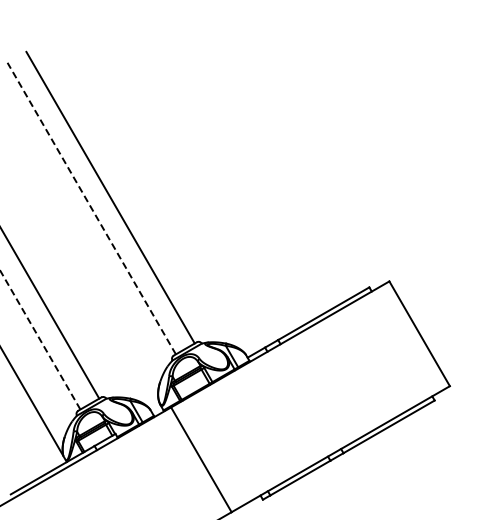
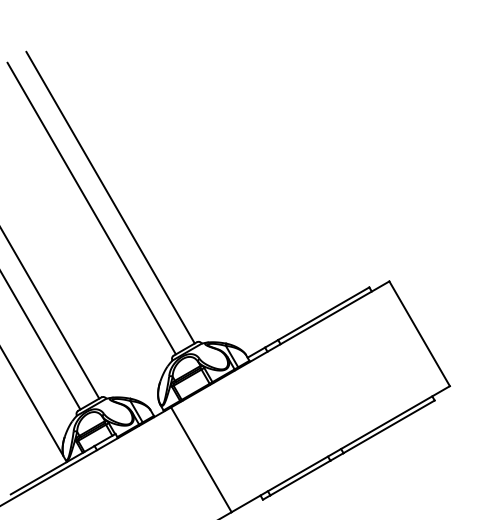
line at (91, 208): dashed -> solid
line at (40, 340): dashed -> solid
